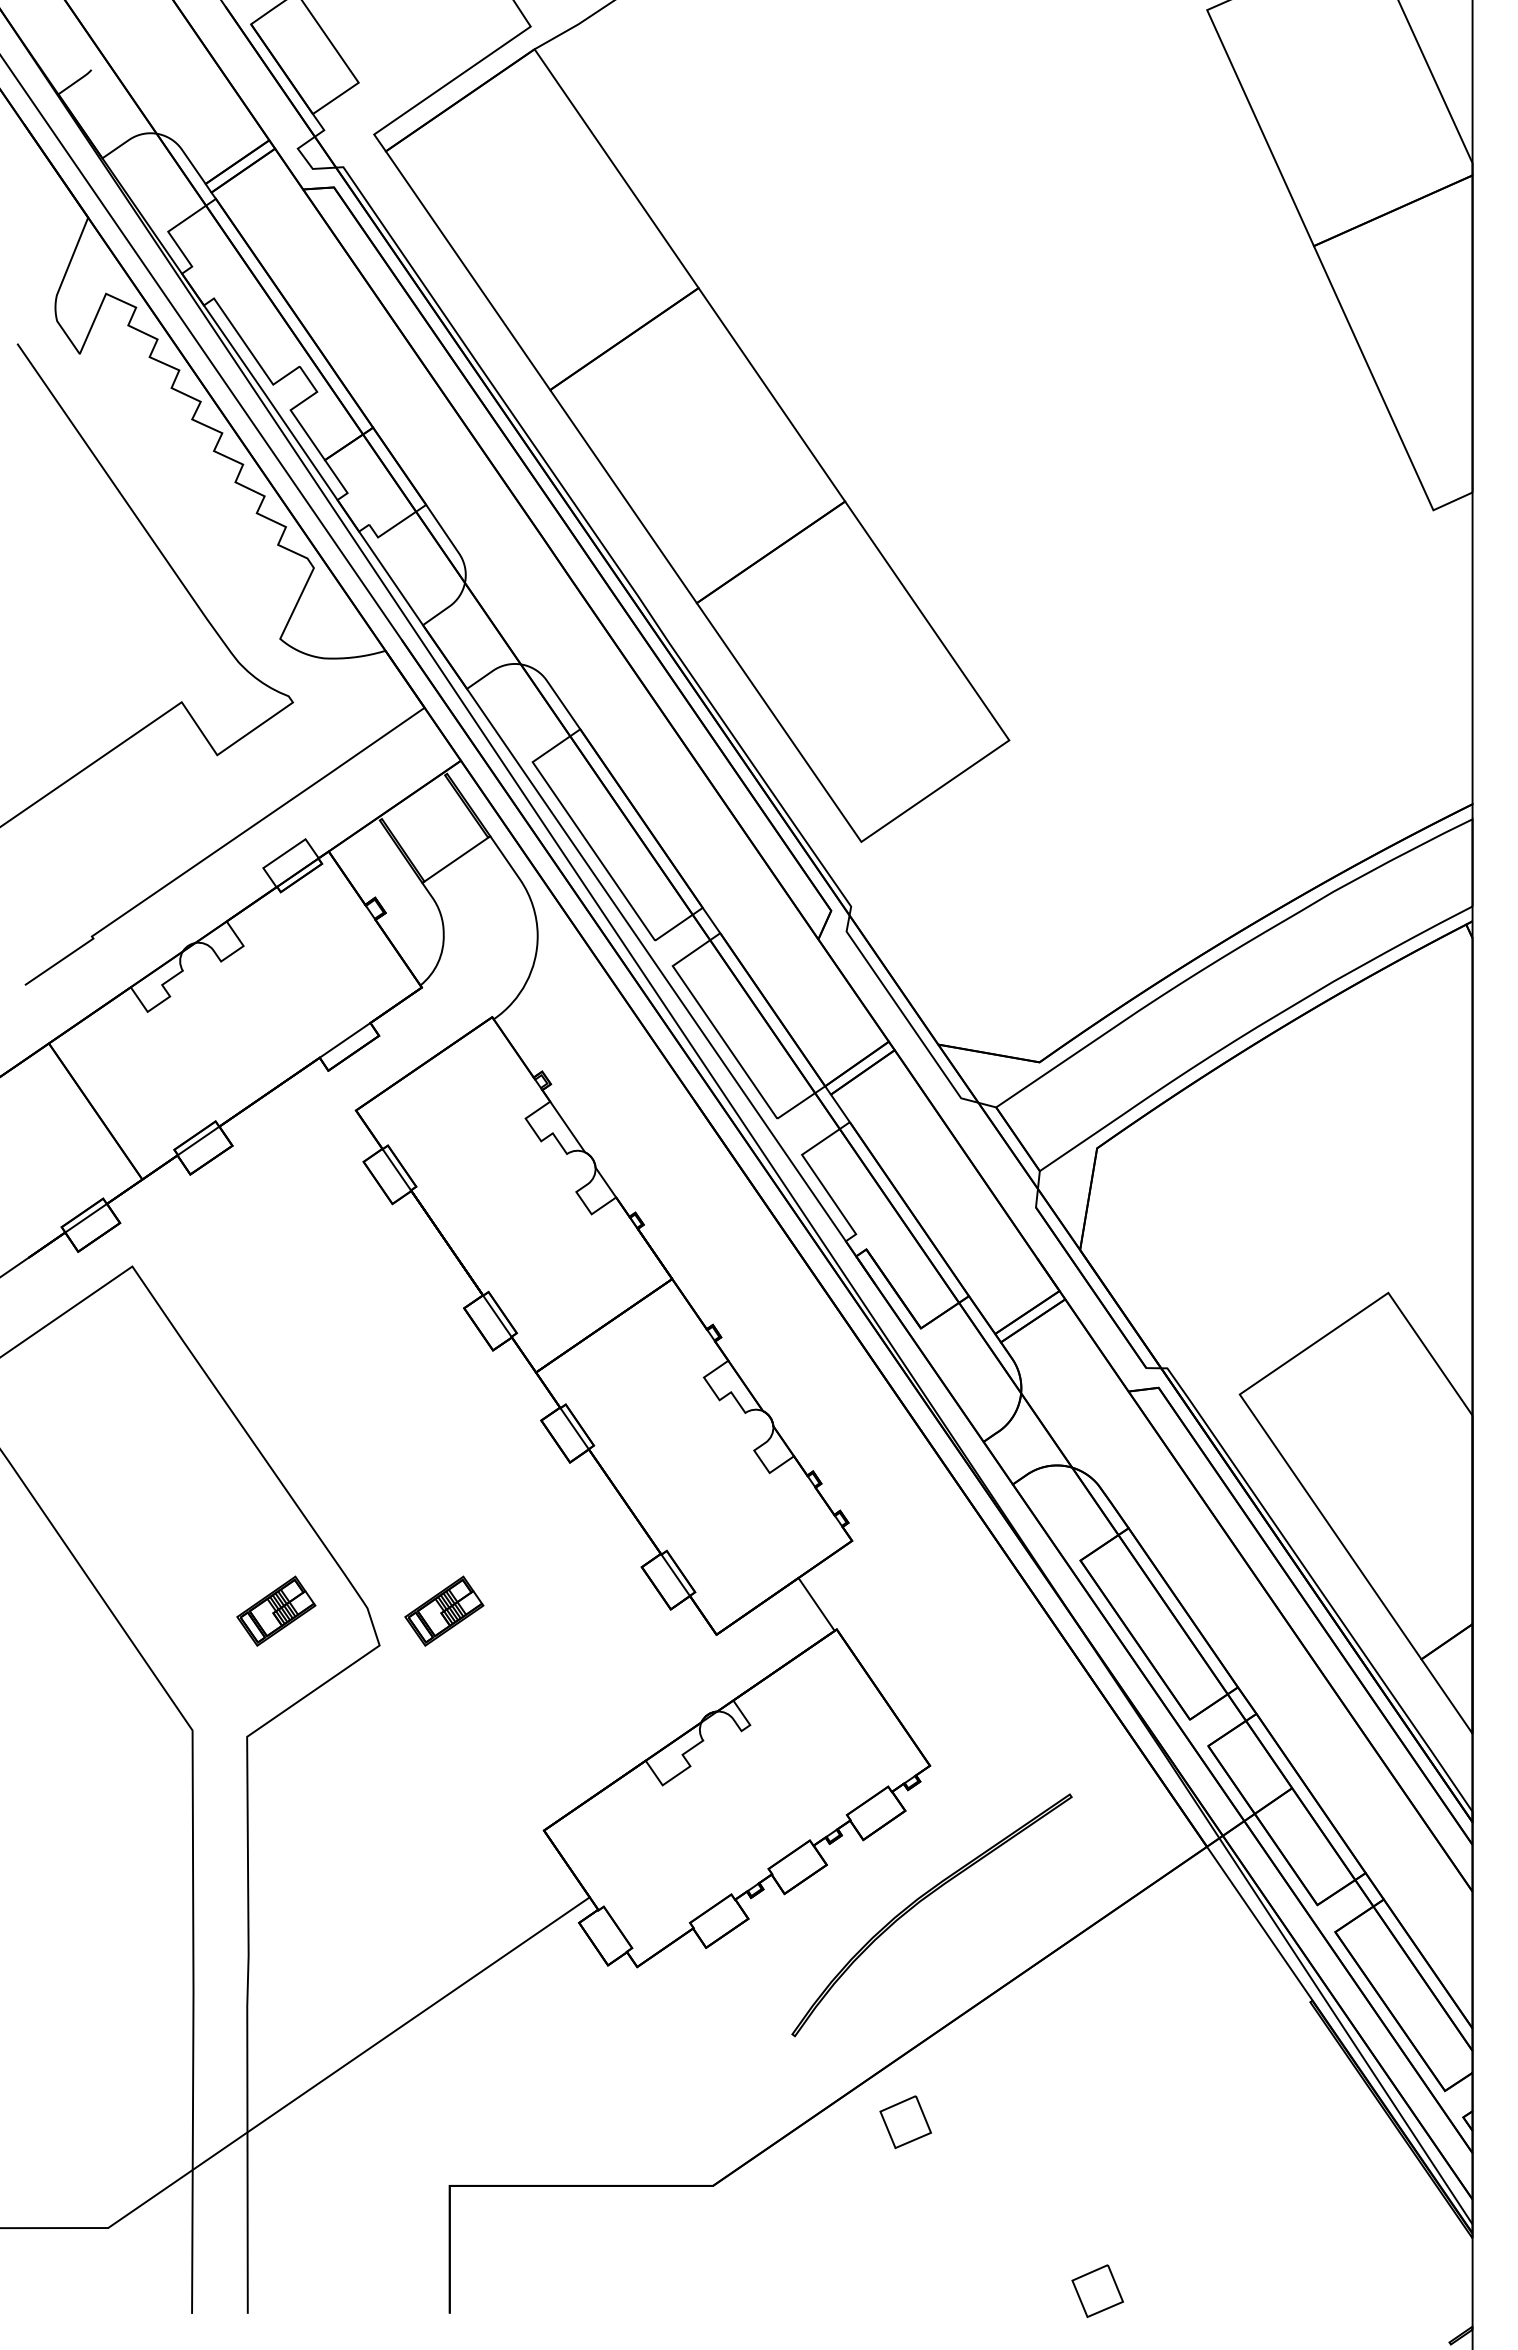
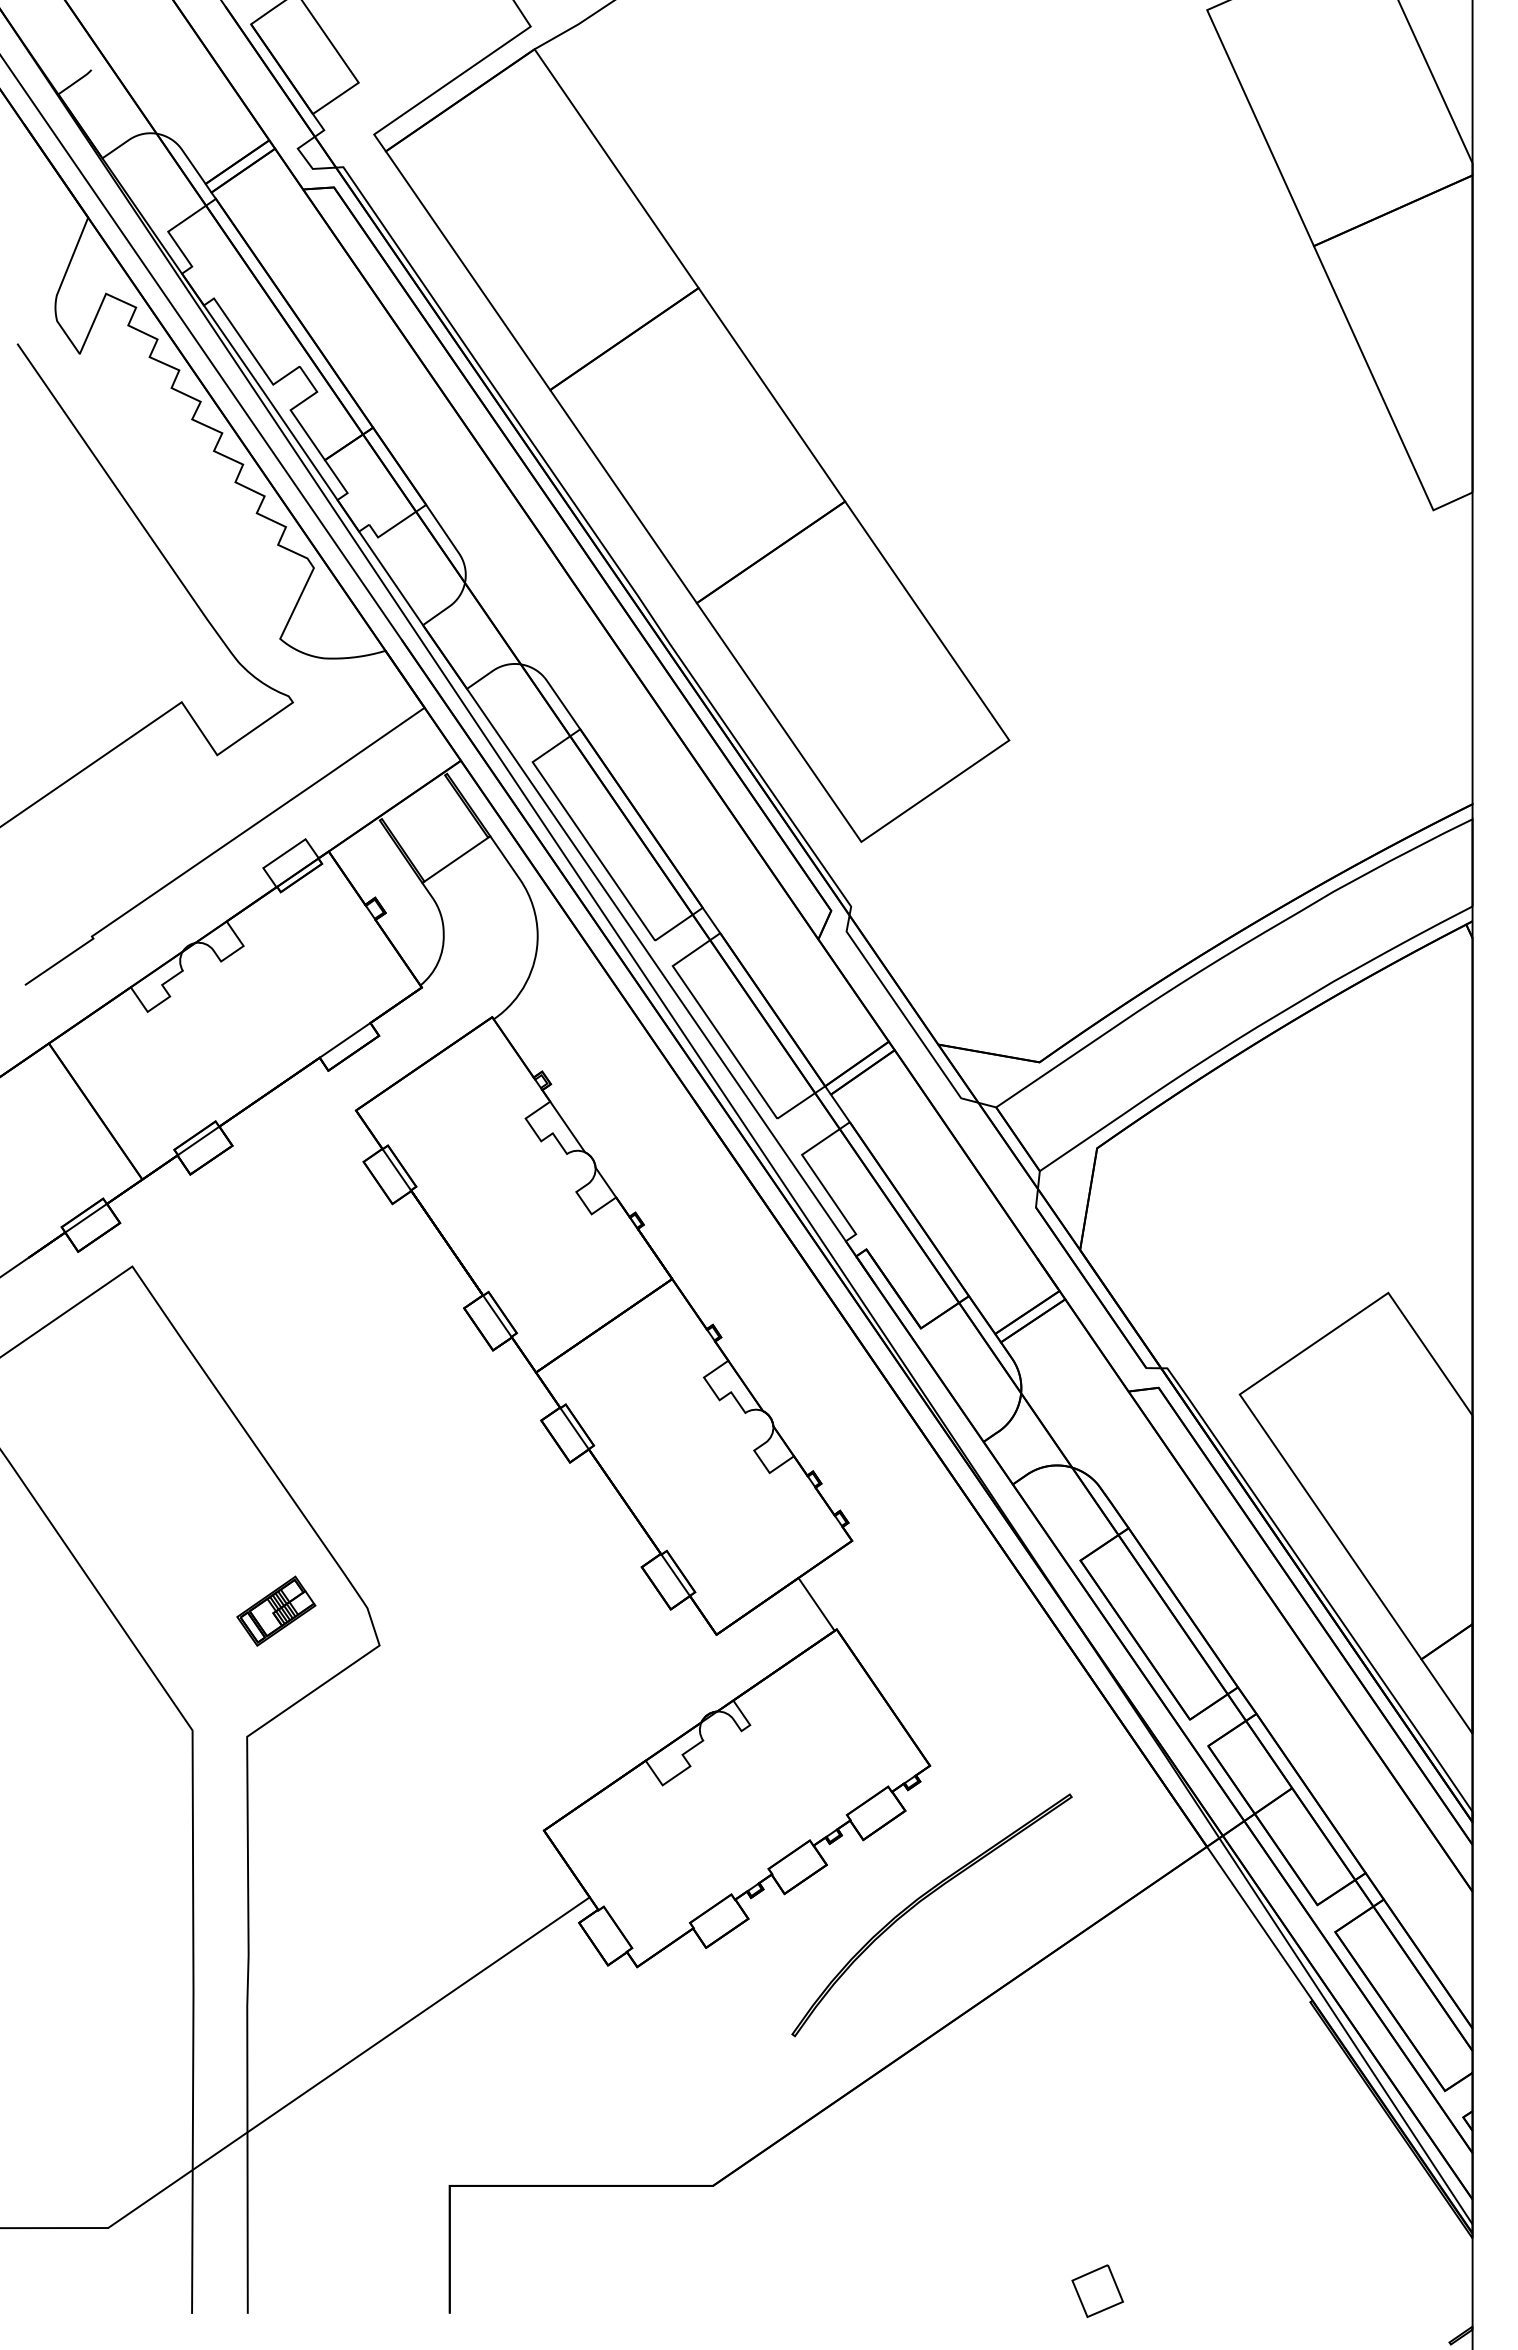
part at (444, 1610): present -> none
part at (905, 2122): present -> none
